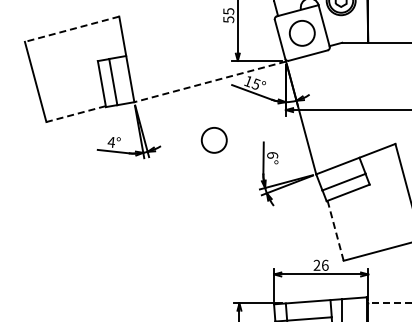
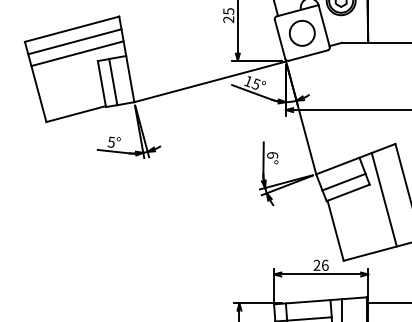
text at (228, 19): 55 -> 25
line at (72, 29): dashed -> solid
line at (74, 41): none -> present
line at (77, 53): none -> present
line at (210, 81): dashed -> solid
line at (76, 114): dashed -> solid
circle at (213, 140): present -> none
text at (110, 141): 4° -> 5°
line at (383, 199): none -> present
line at (335, 231): dashed -> solid
line at (389, 303): dashed -> solid
